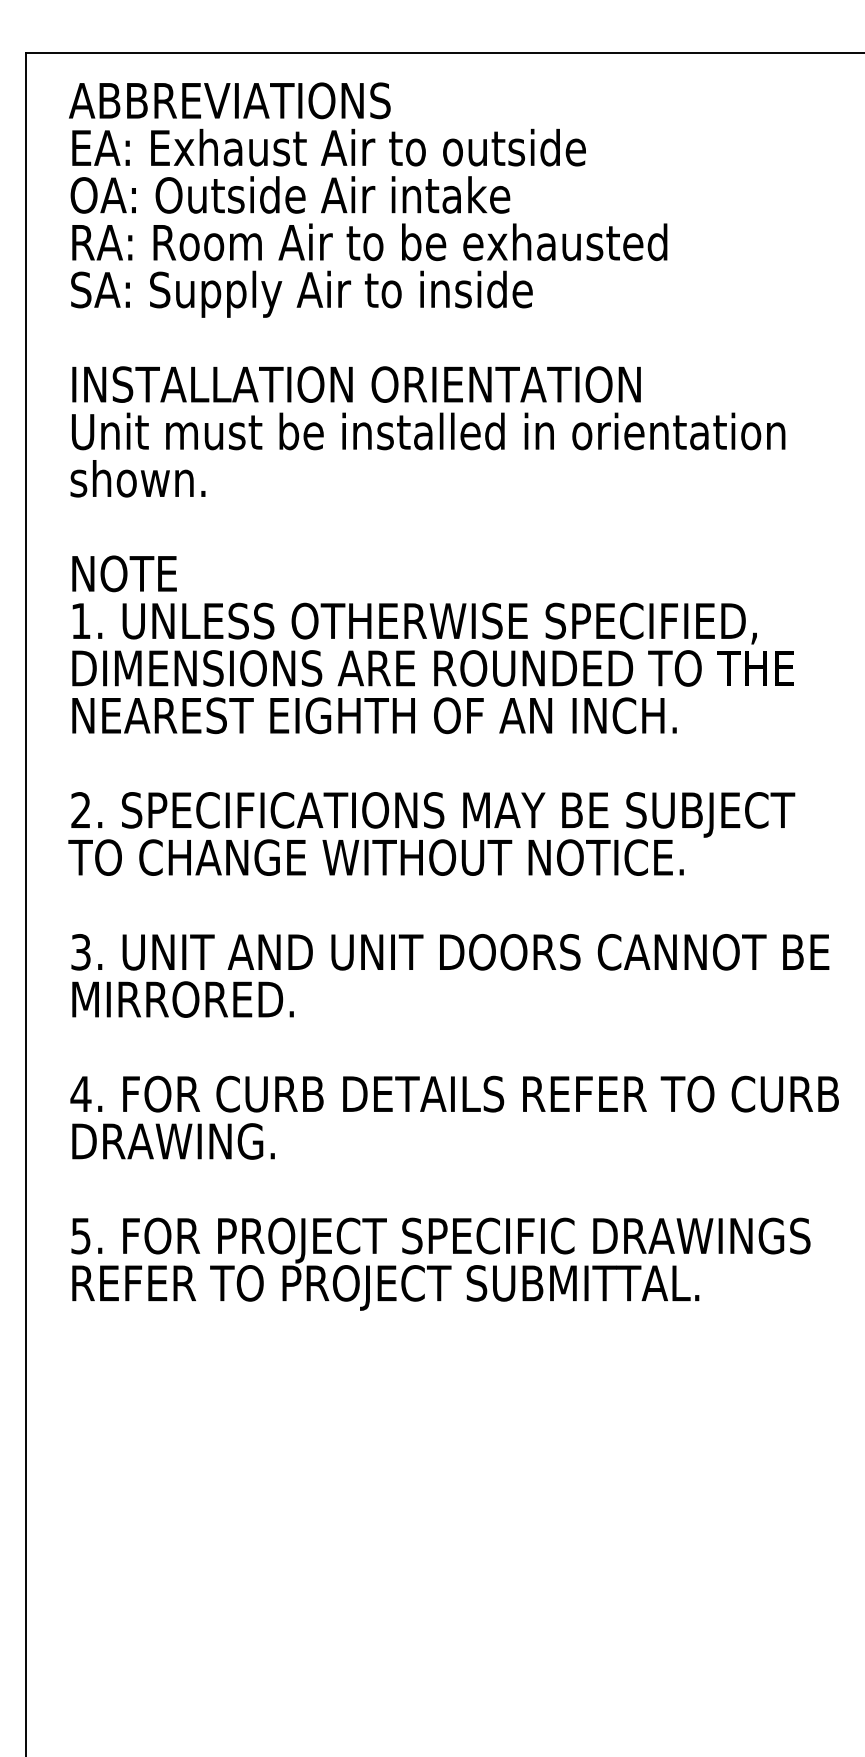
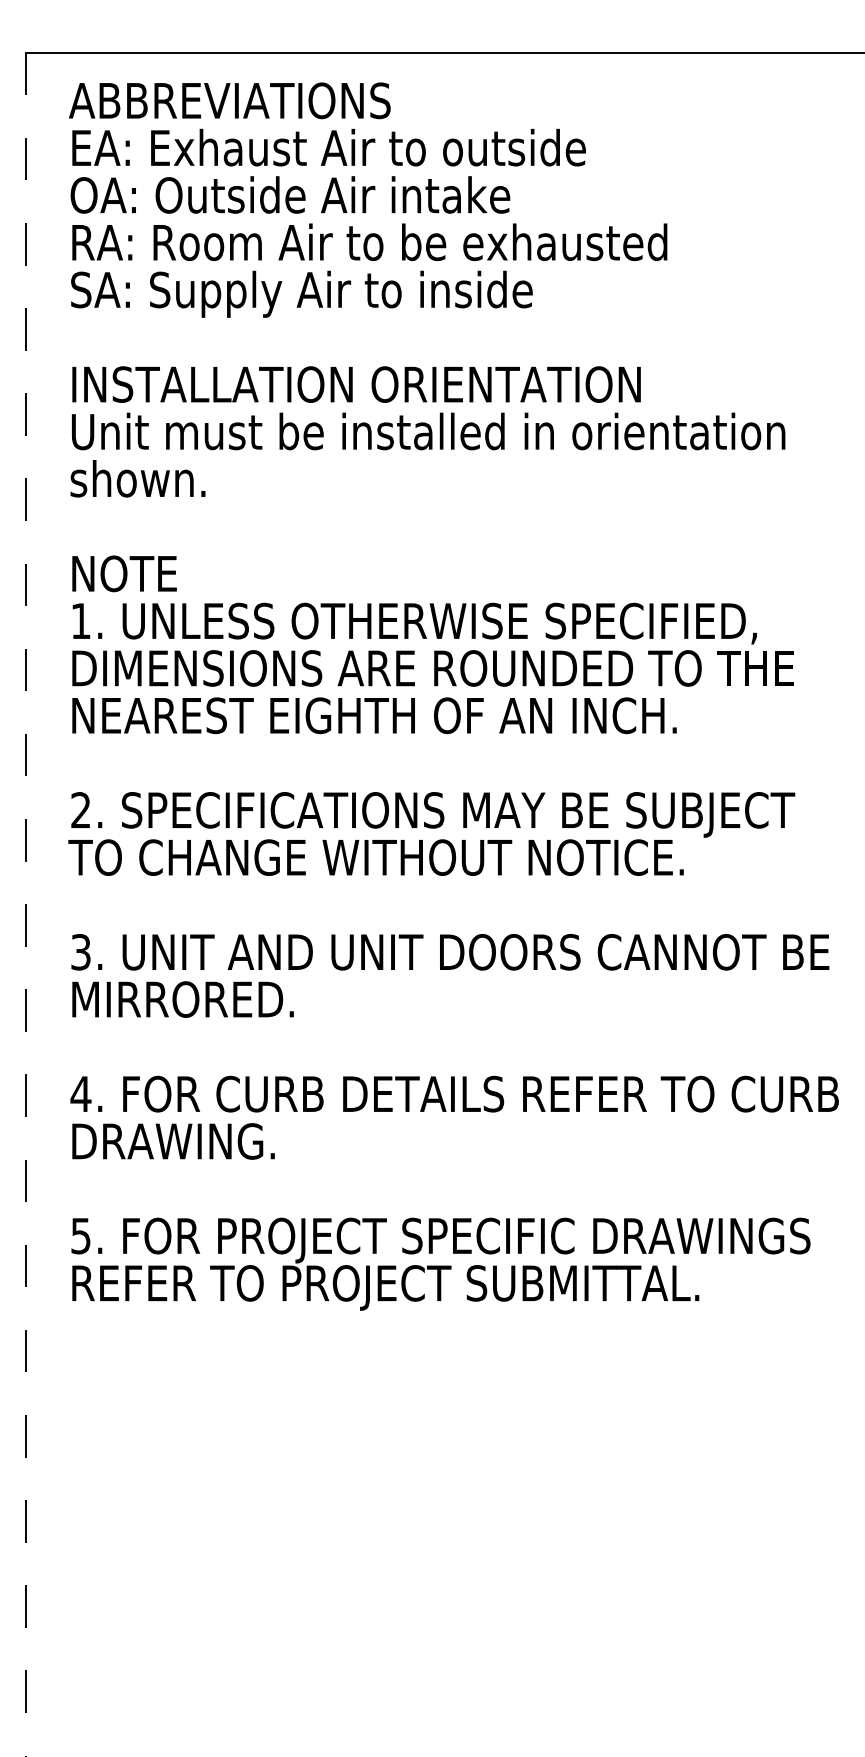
line at (26, 904): solid -> dashed
